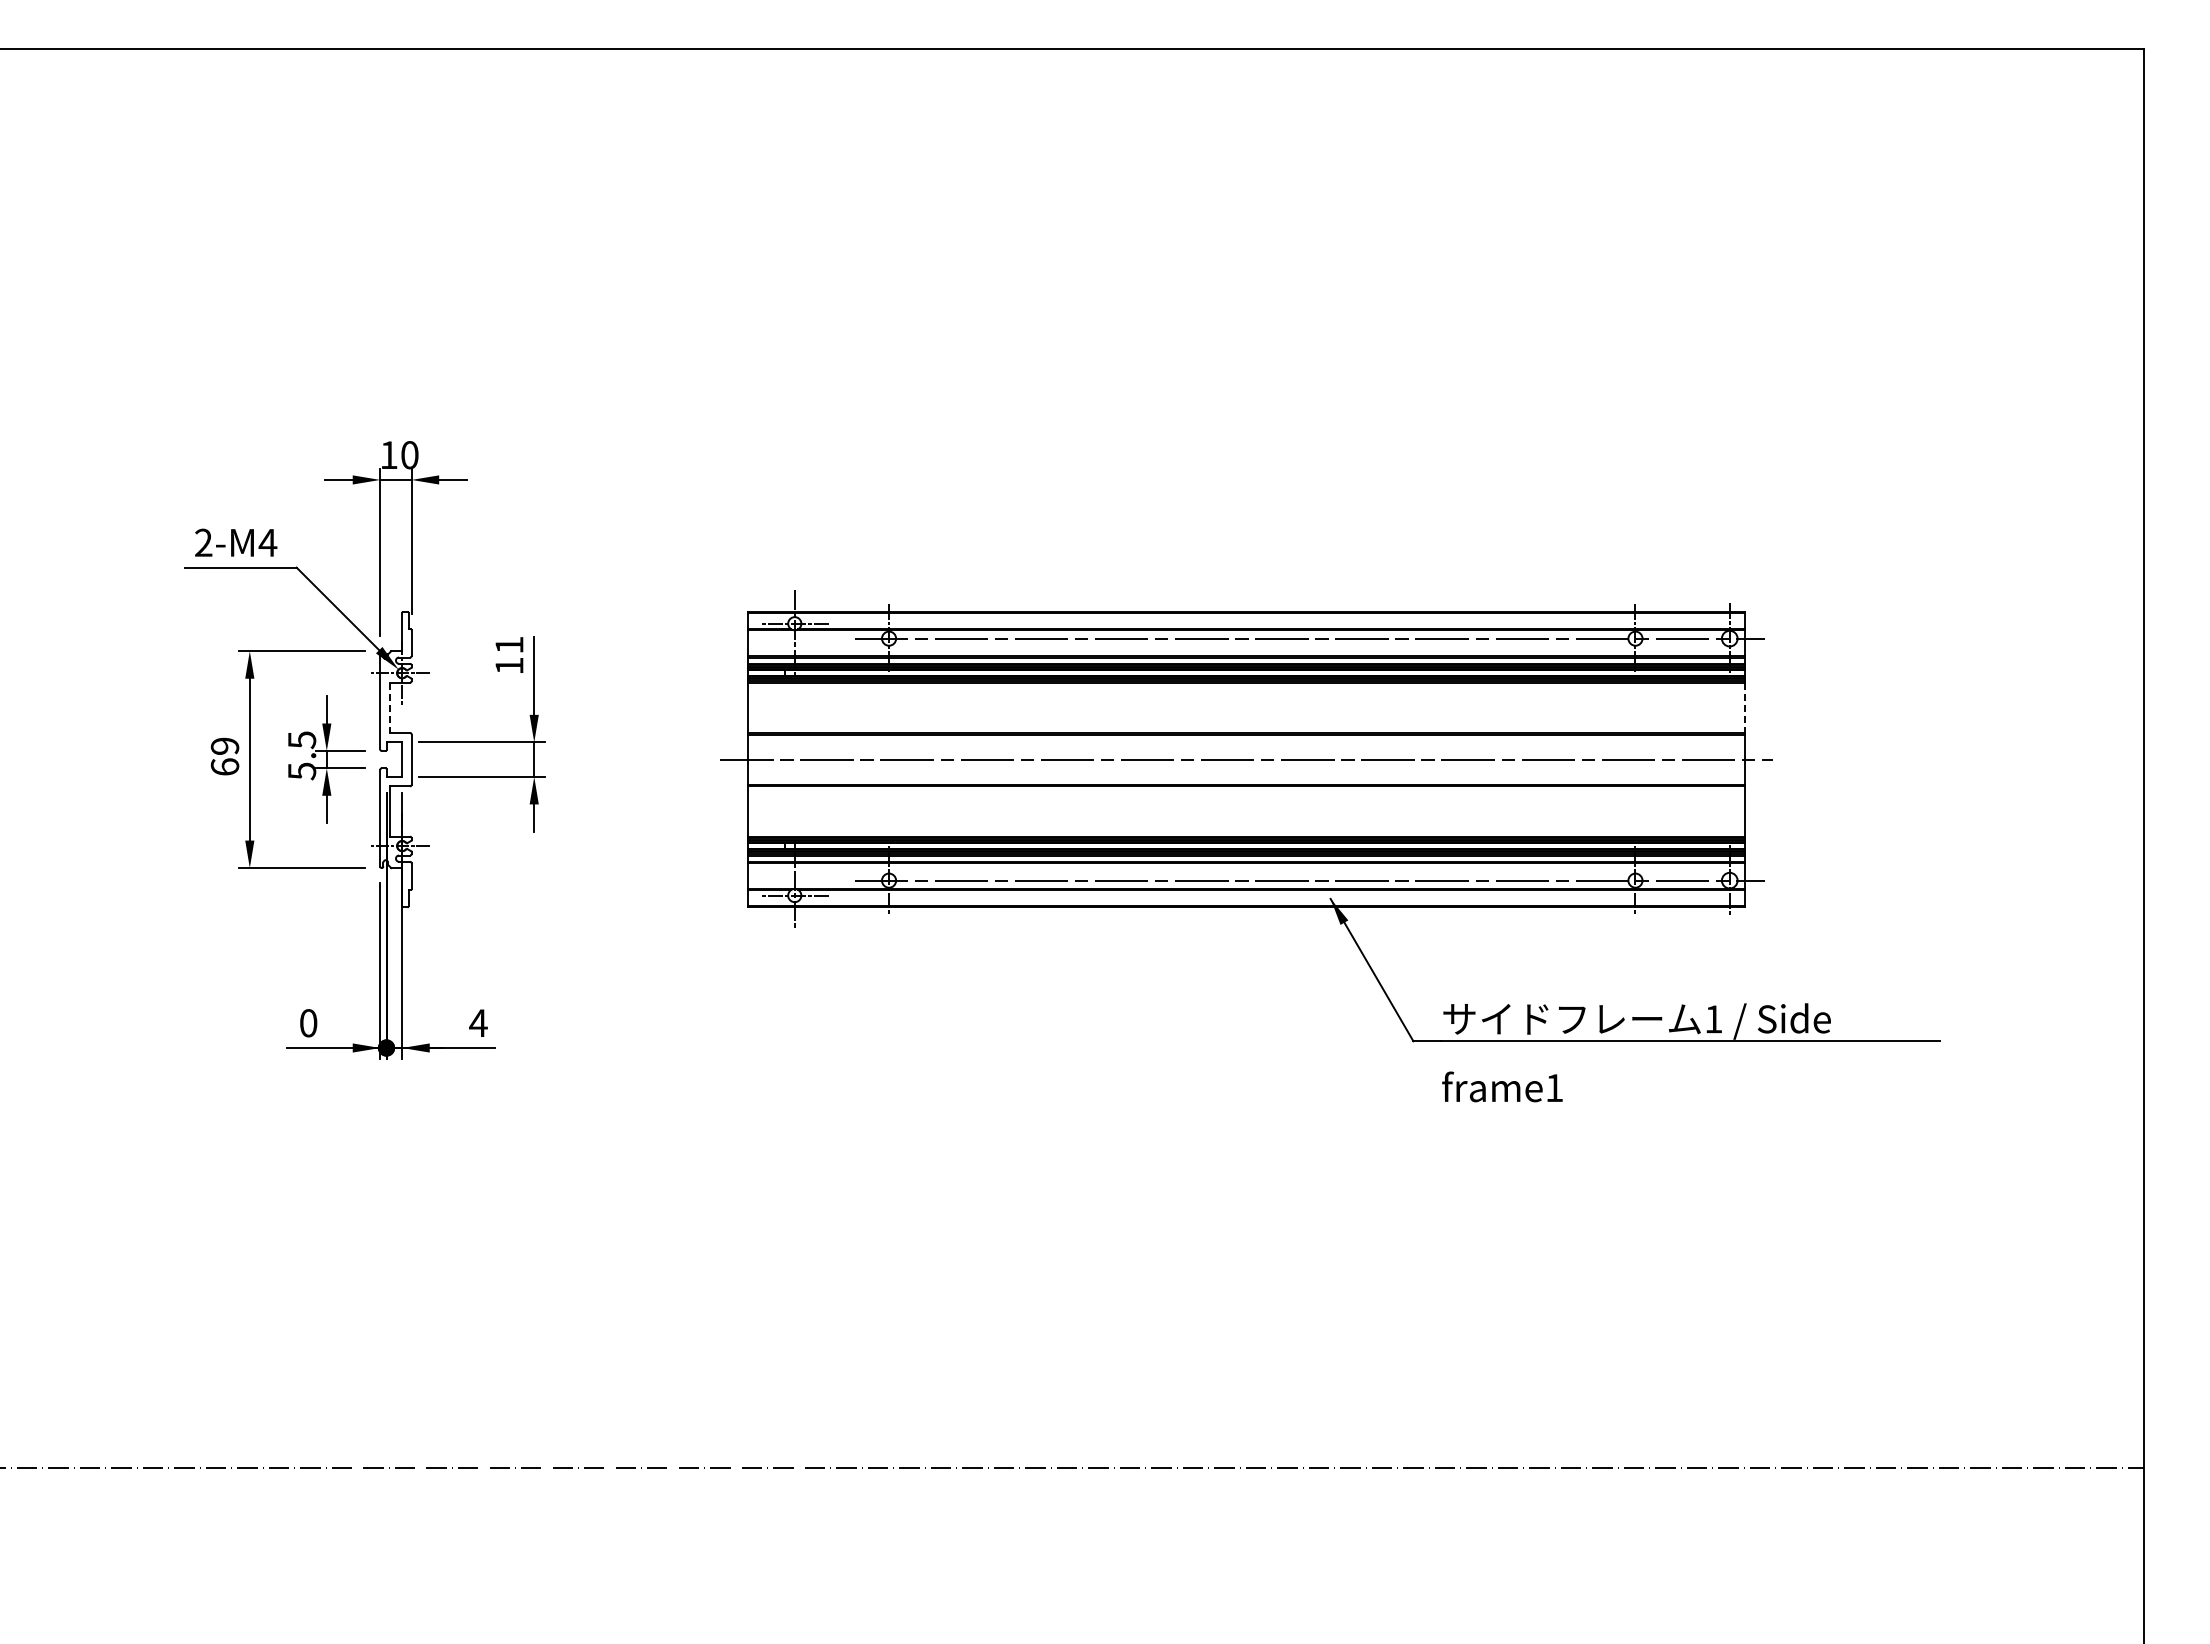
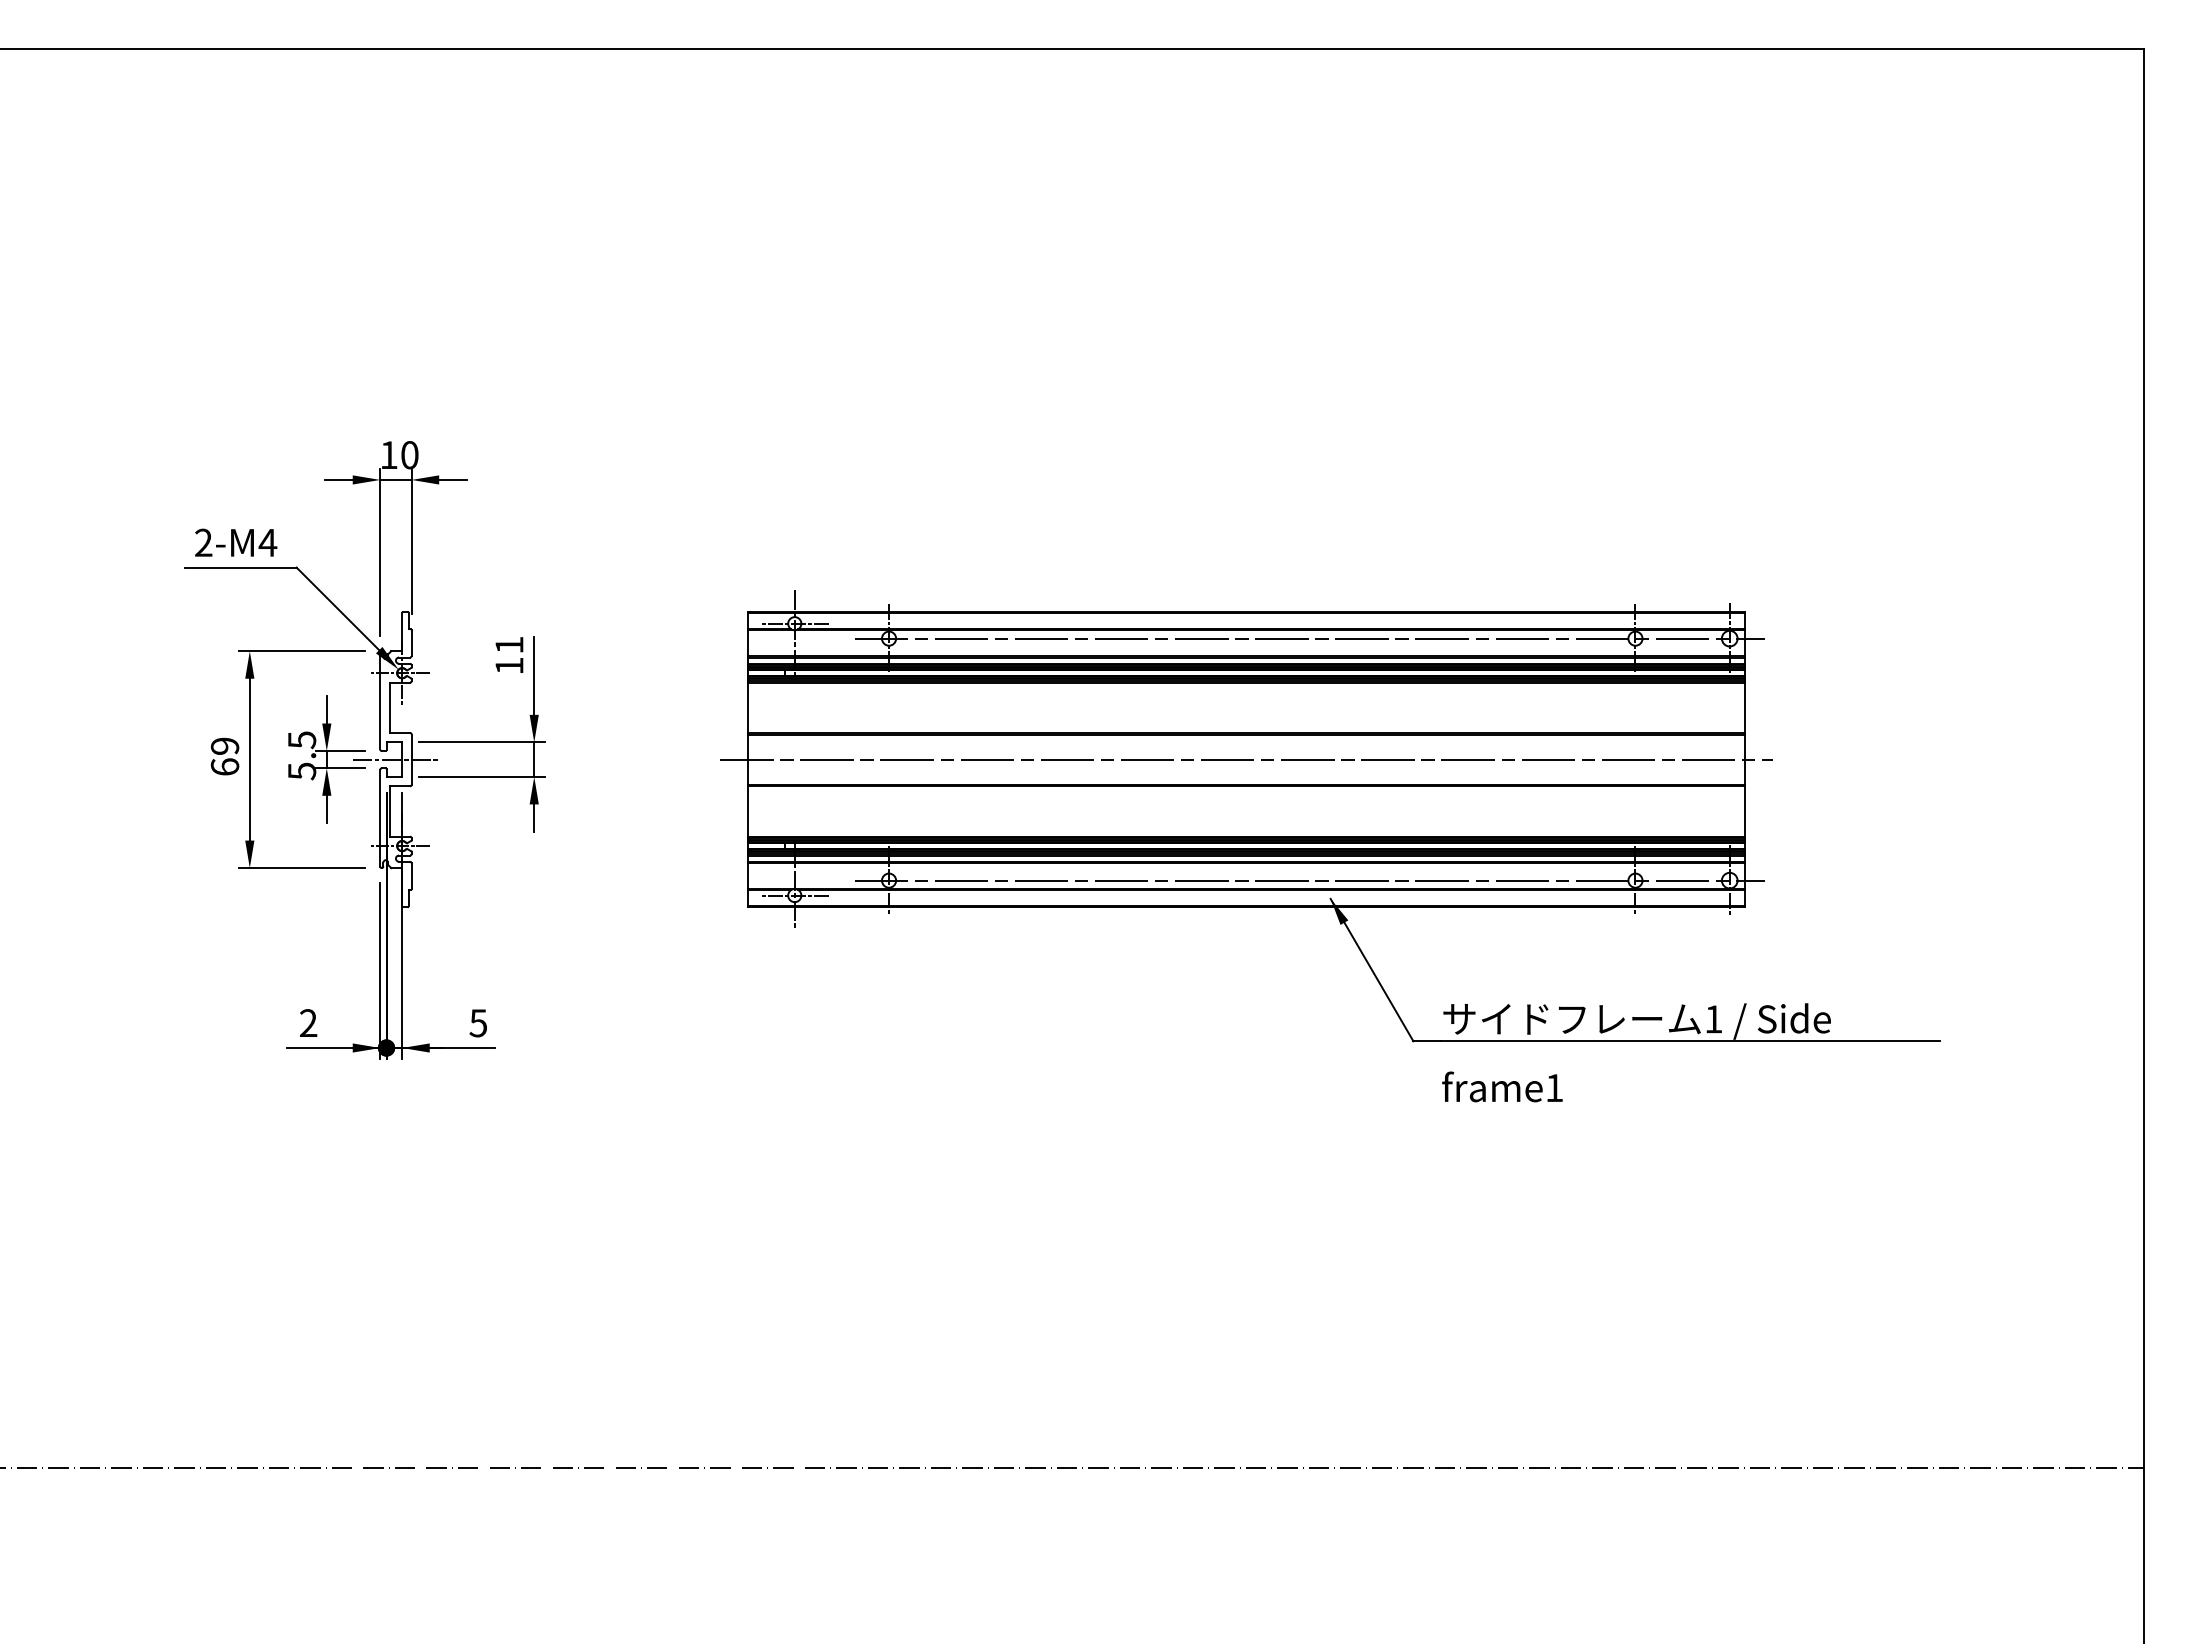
line at (389, 708): dashed -> solid
line at (1745, 708): dashed -> solid
line at (395, 759): none -> present
text at (308, 1023): 0 -> 2
text at (478, 1023): 4 -> 5
